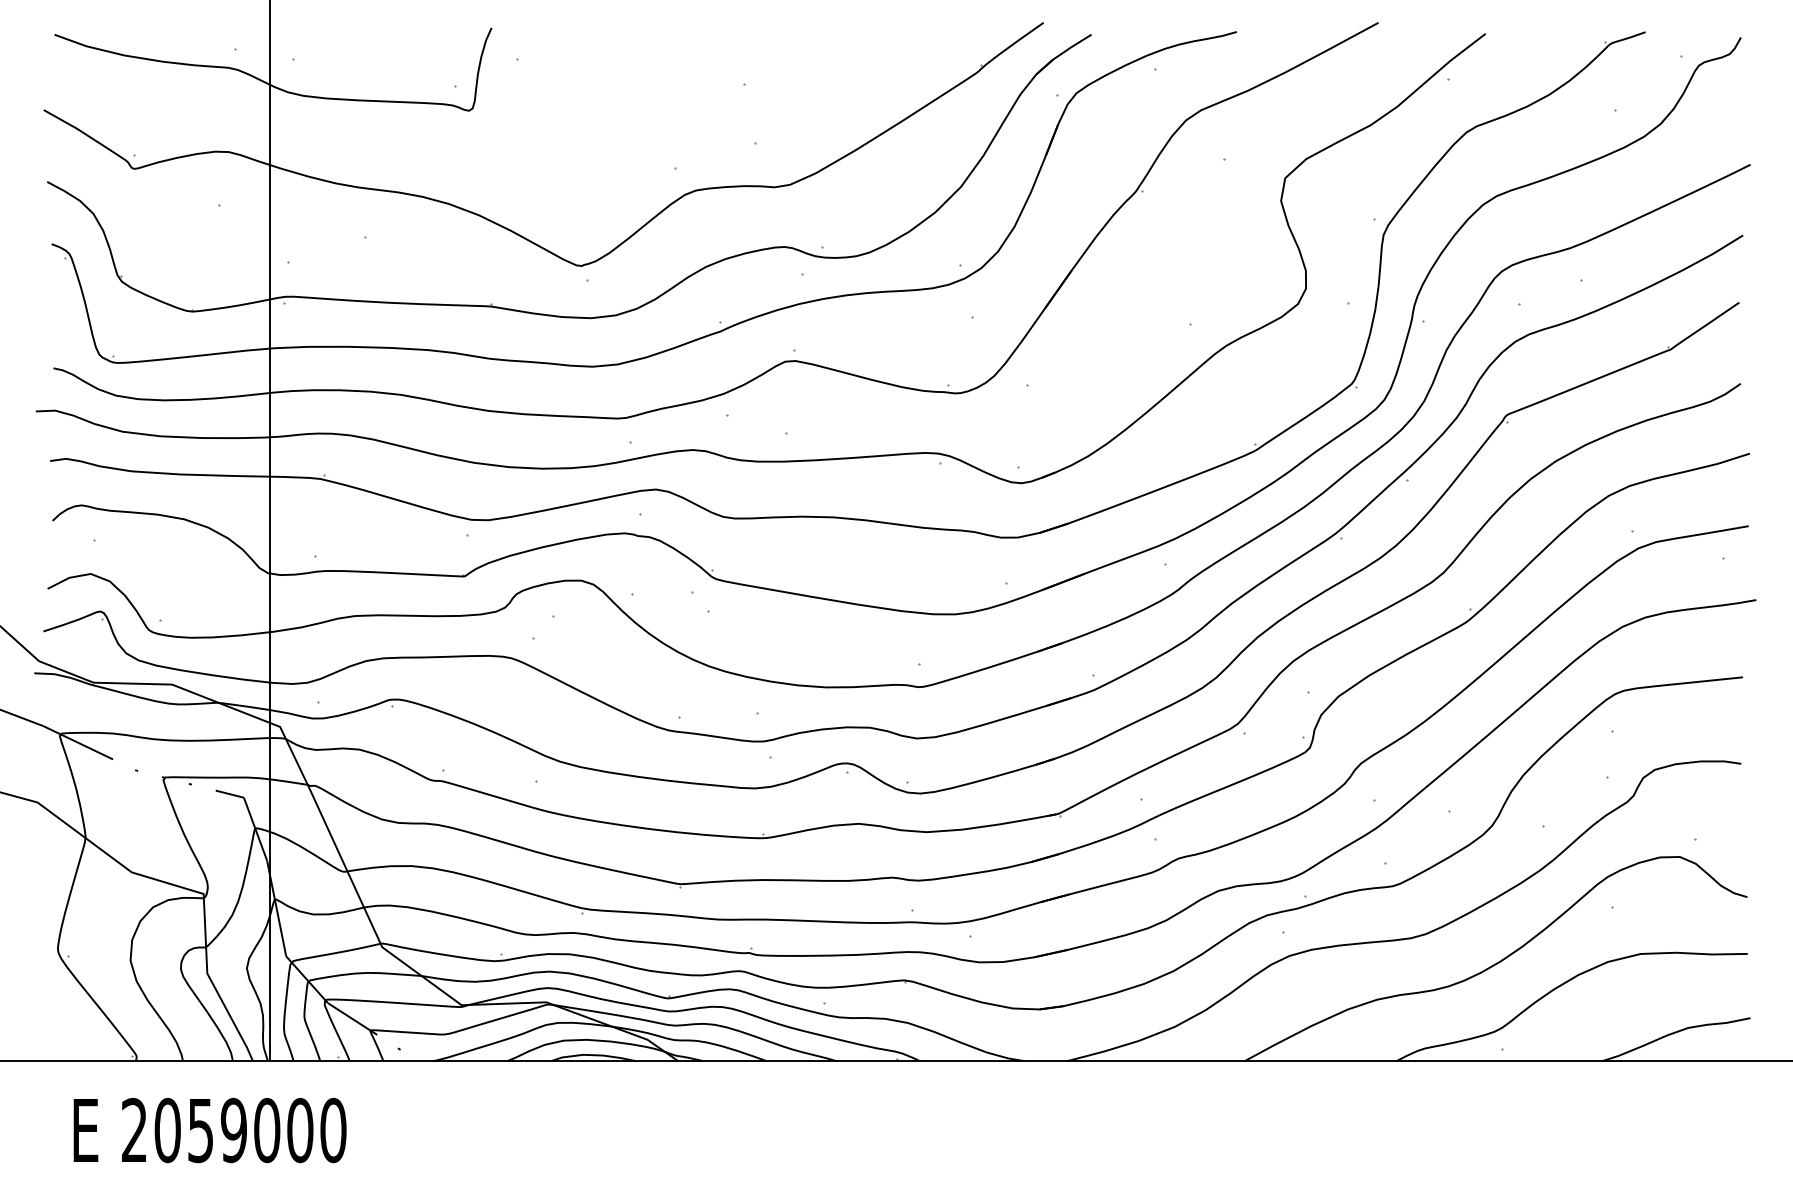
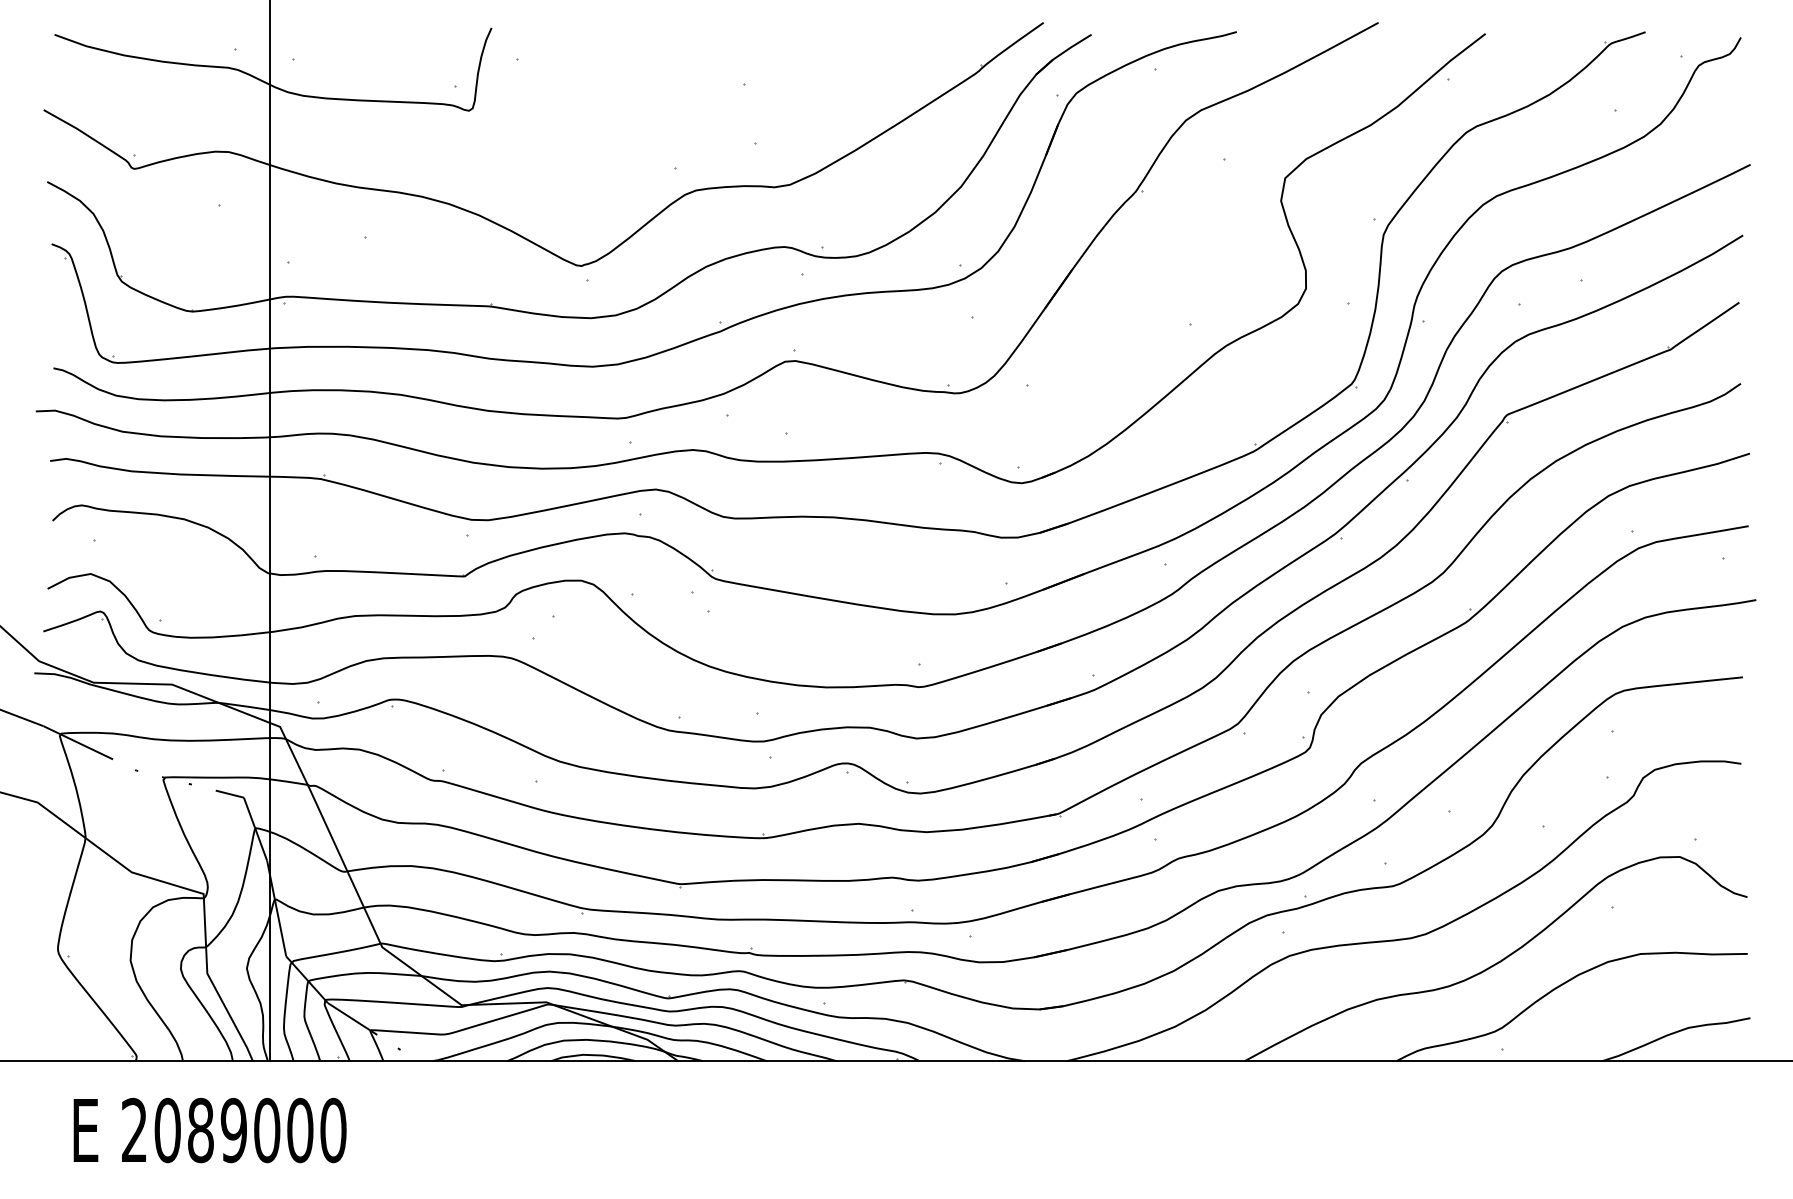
text at (200, 1130): 2059000 -> 2089000
